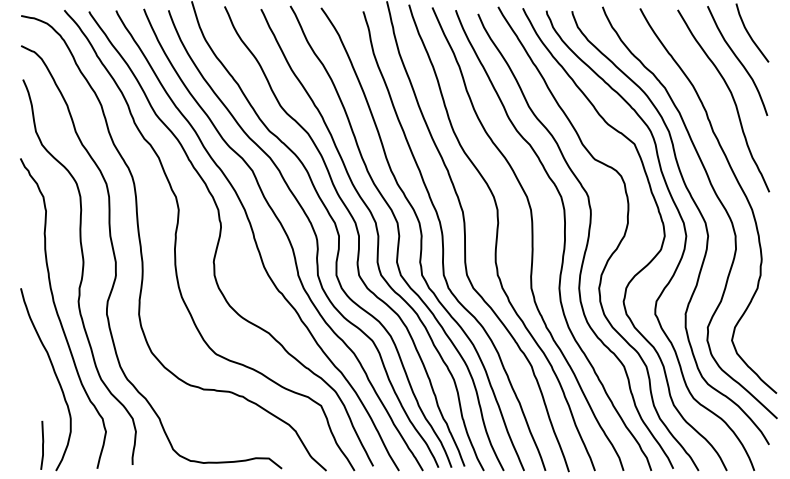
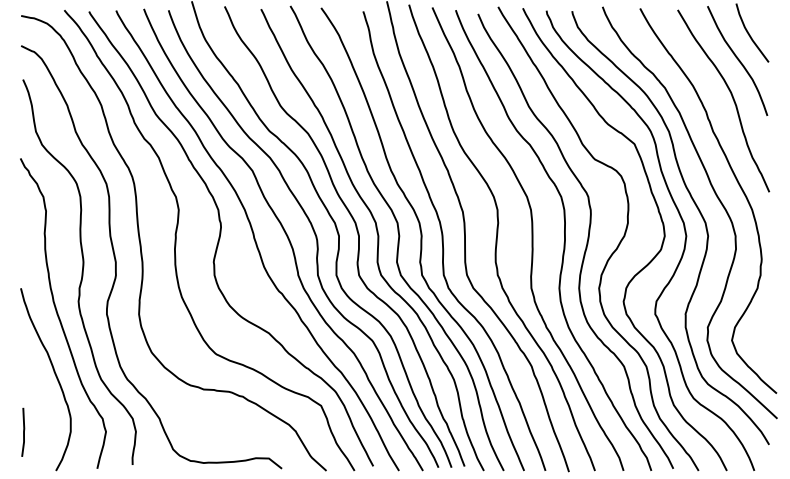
line at (42, 444) position: (42, 444) -> (23, 431)
